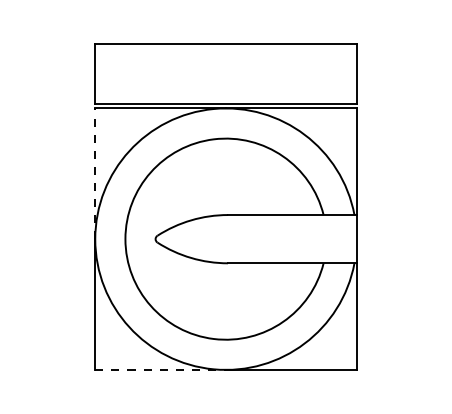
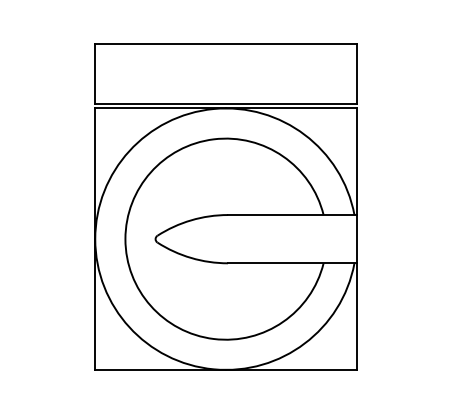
line at (95, 173): dashed -> solid
line at (161, 369): dashed -> solid
